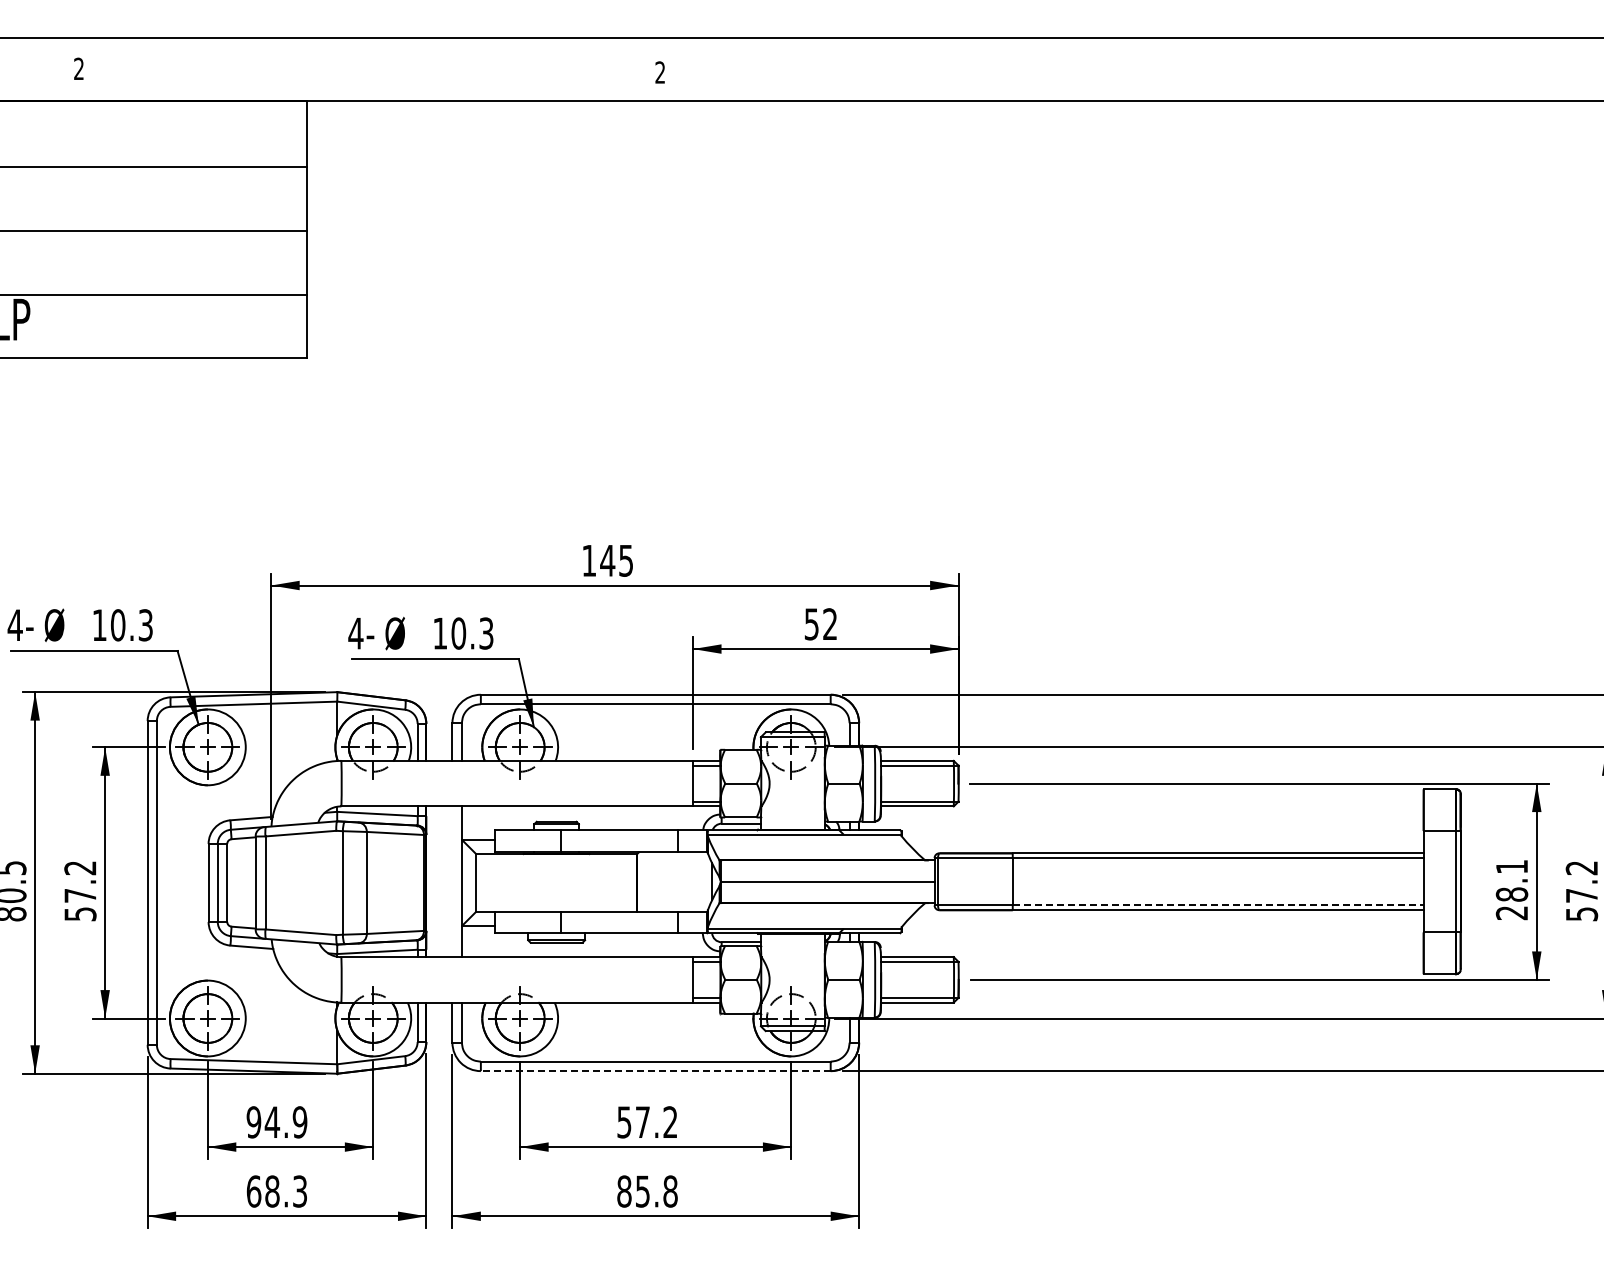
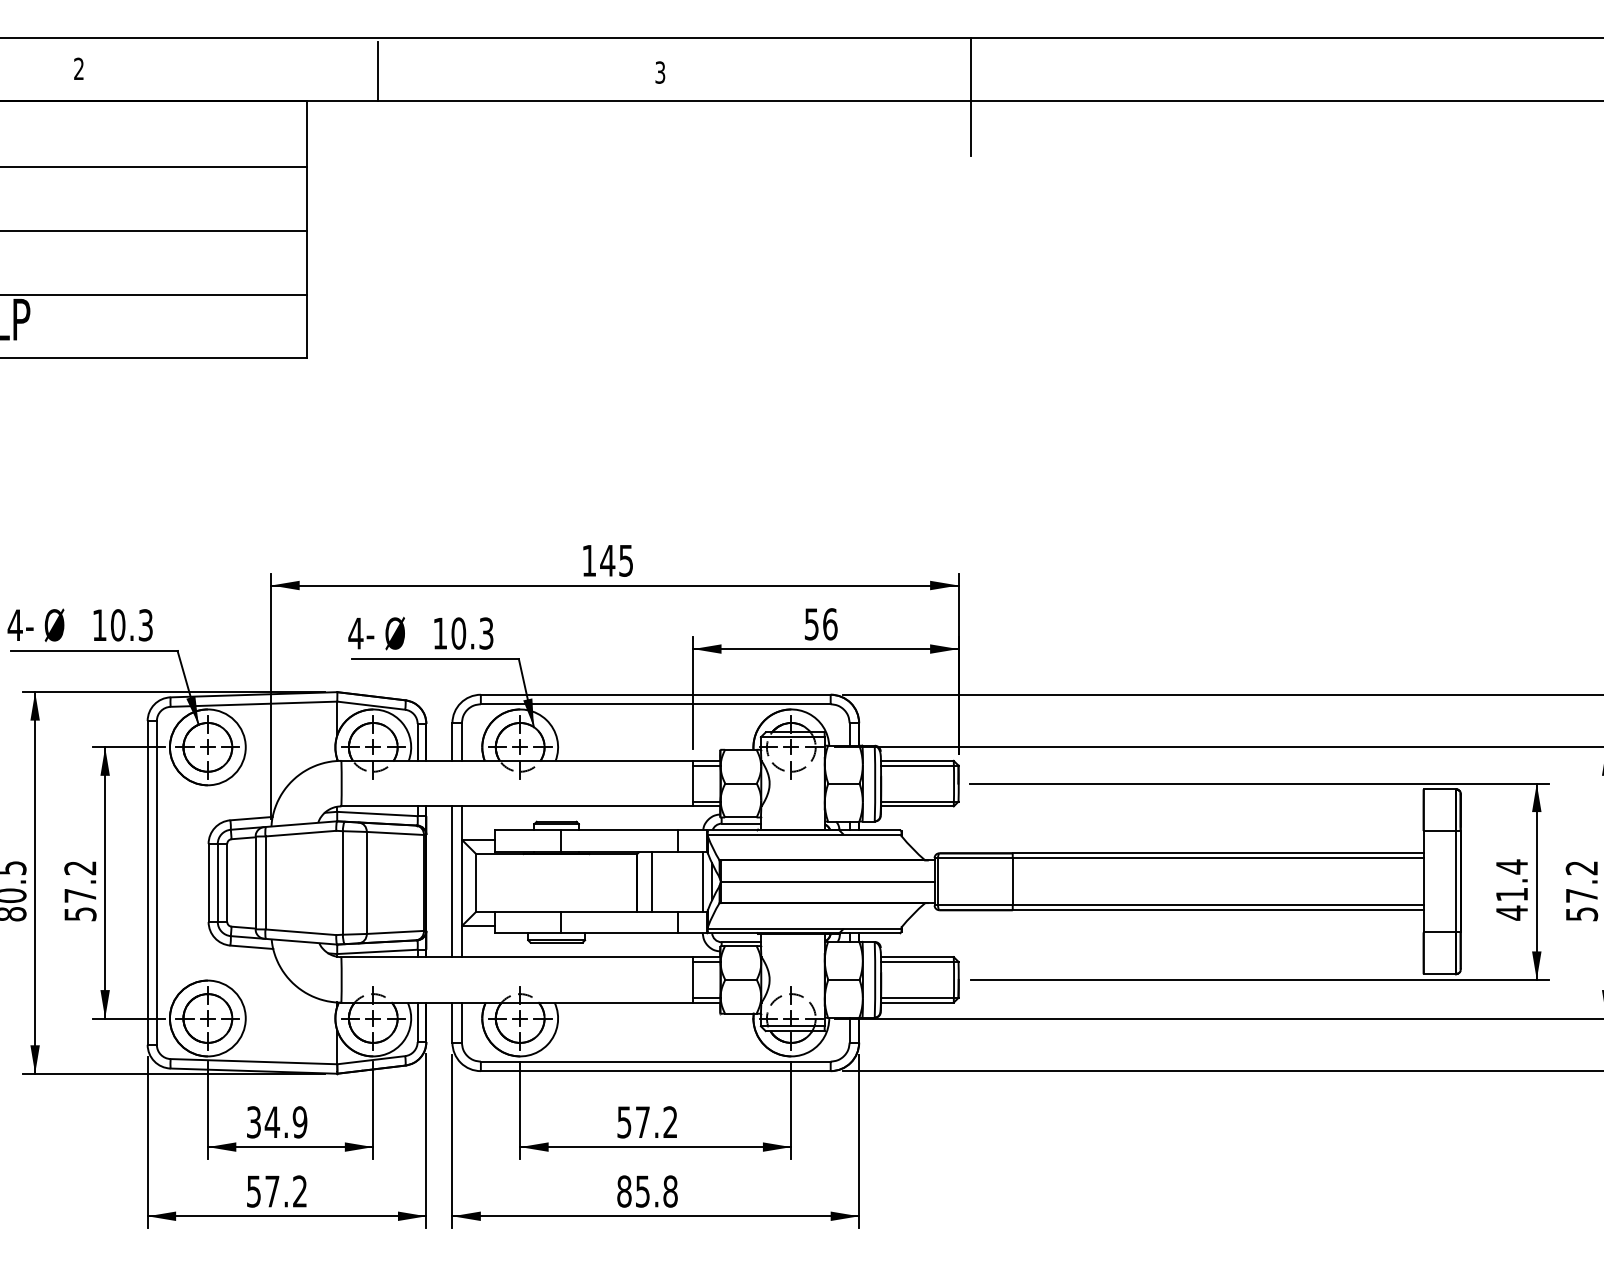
line at (378, 70): none -> present
text at (660, 72): 2 -> 3
line at (970, 96): none -> present
text at (830, 624): 52 -> 56
line at (452, 881): none -> present
line at (651, 881): none -> present
line at (702, 881): none -> present
text at (1511, 889): 28.1 -> 41.4
line at (1218, 905): dashed -> solid
line at (655, 1071): dashed -> solid
text at (253, 1122): 94.9 -> 34.9
text at (276, 1191): 68.3 -> 57.2
